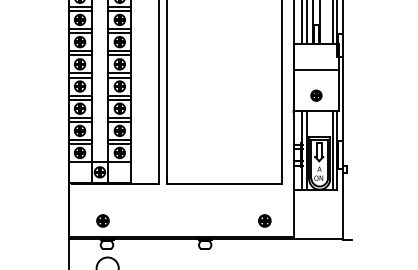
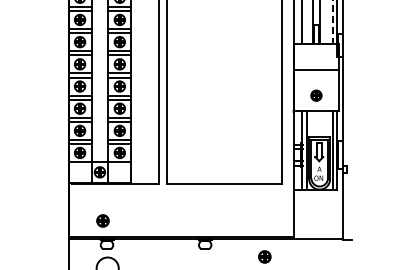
line at (306, 22): present -> none
line at (332, 22): solid -> dashed
part at (264, 220) position: (264, 220) -> (264, 256)
